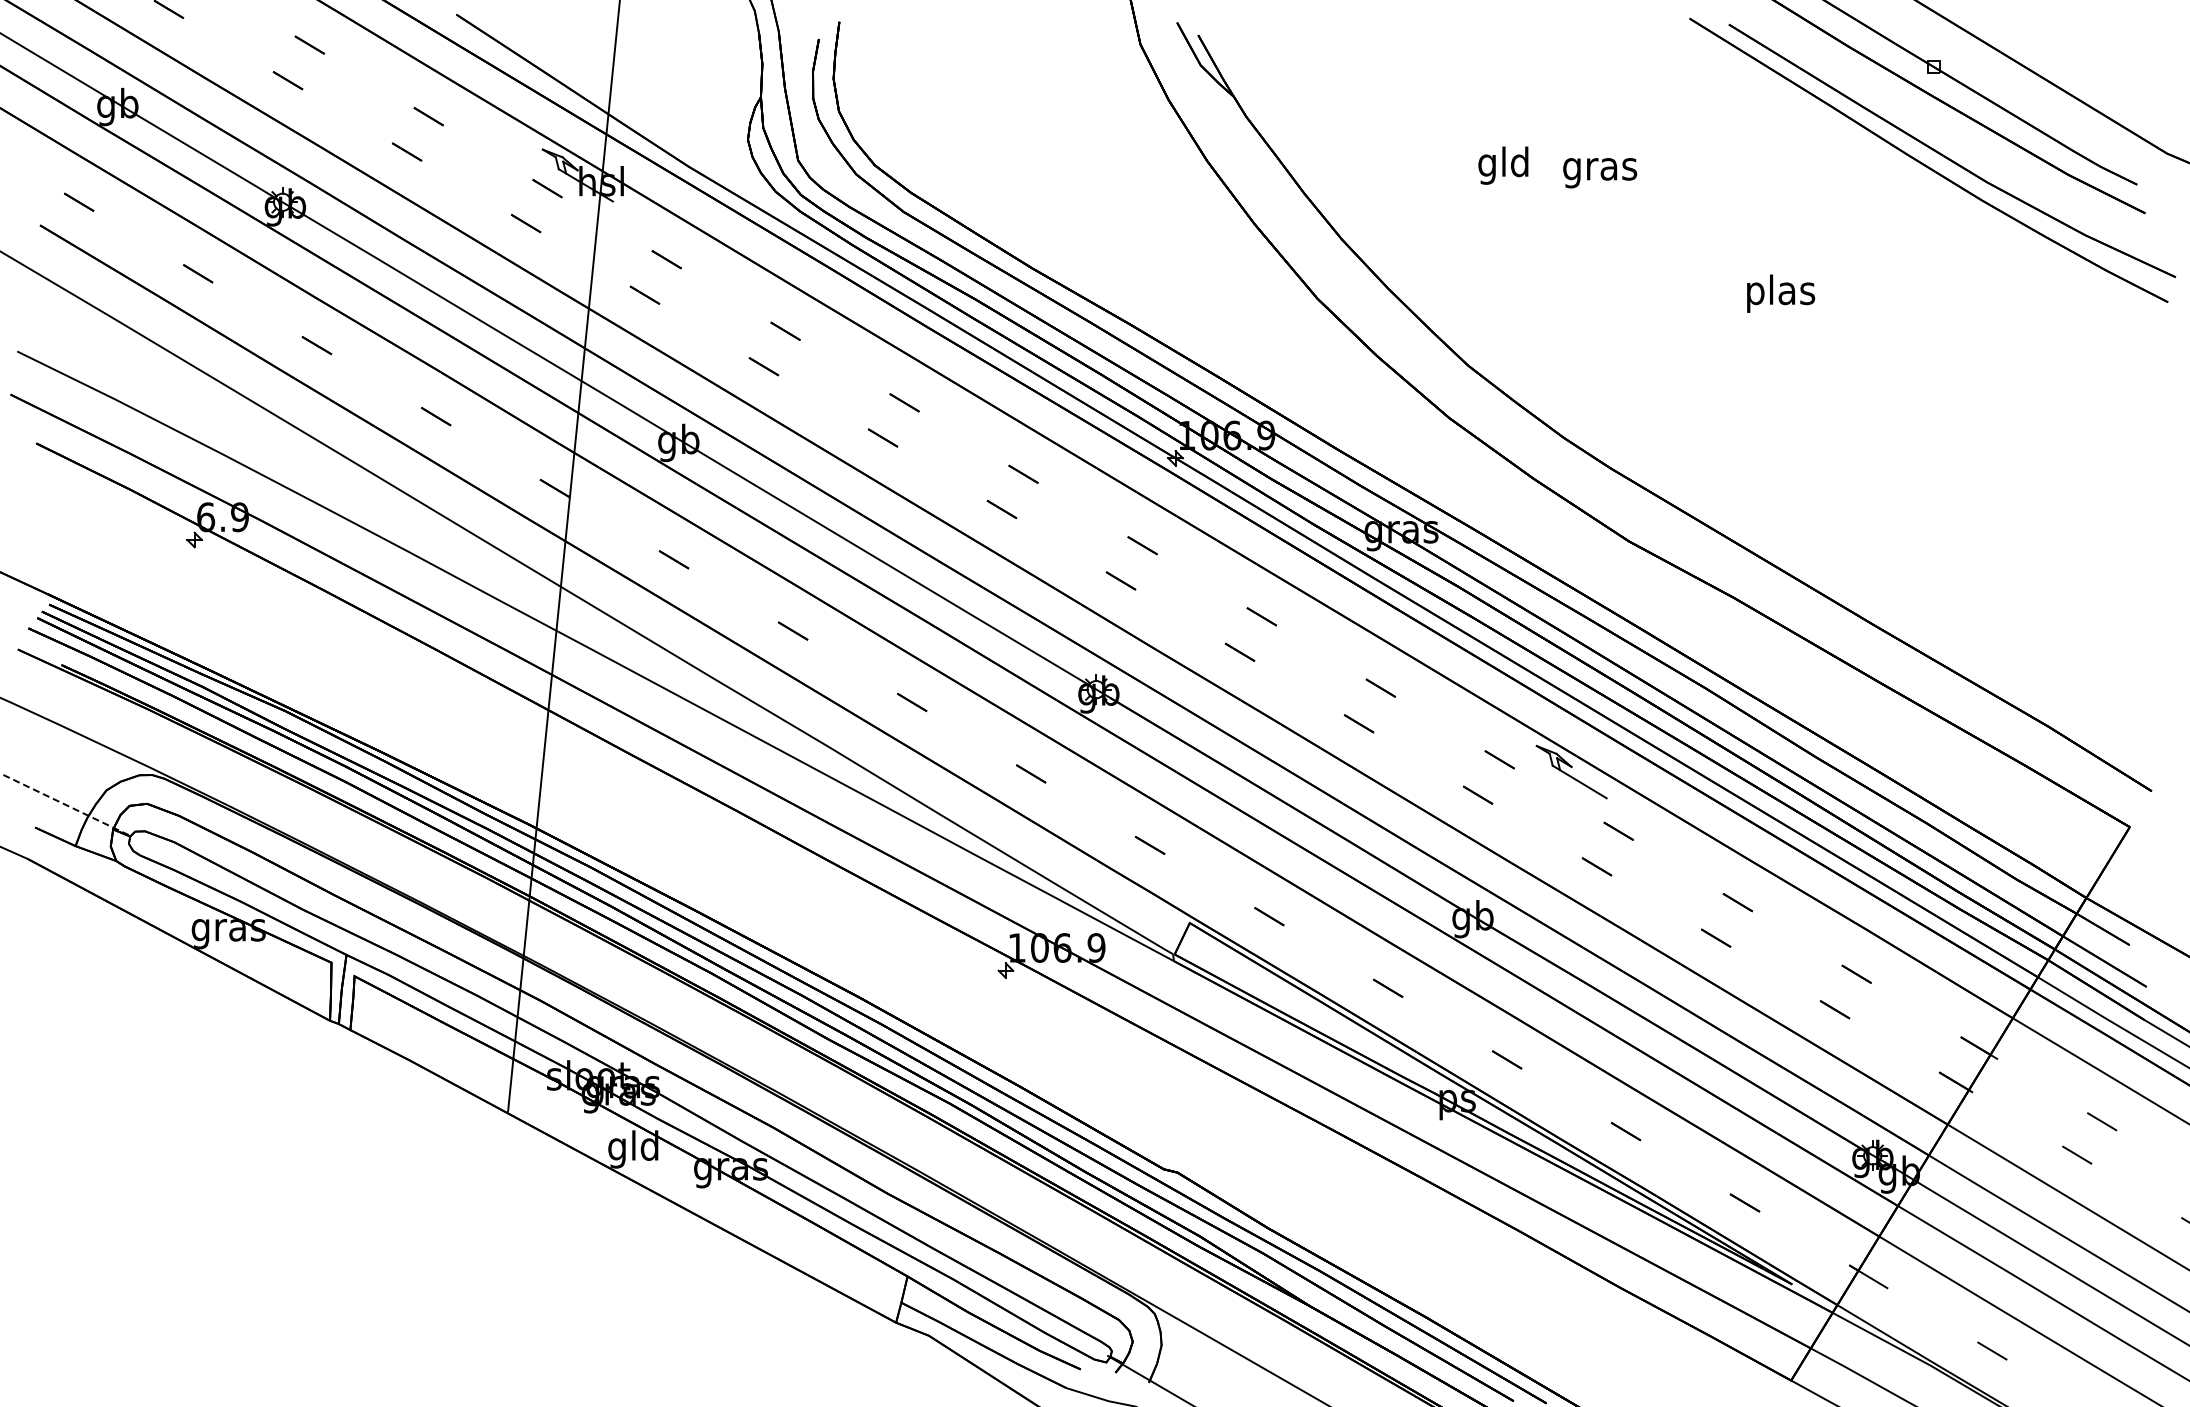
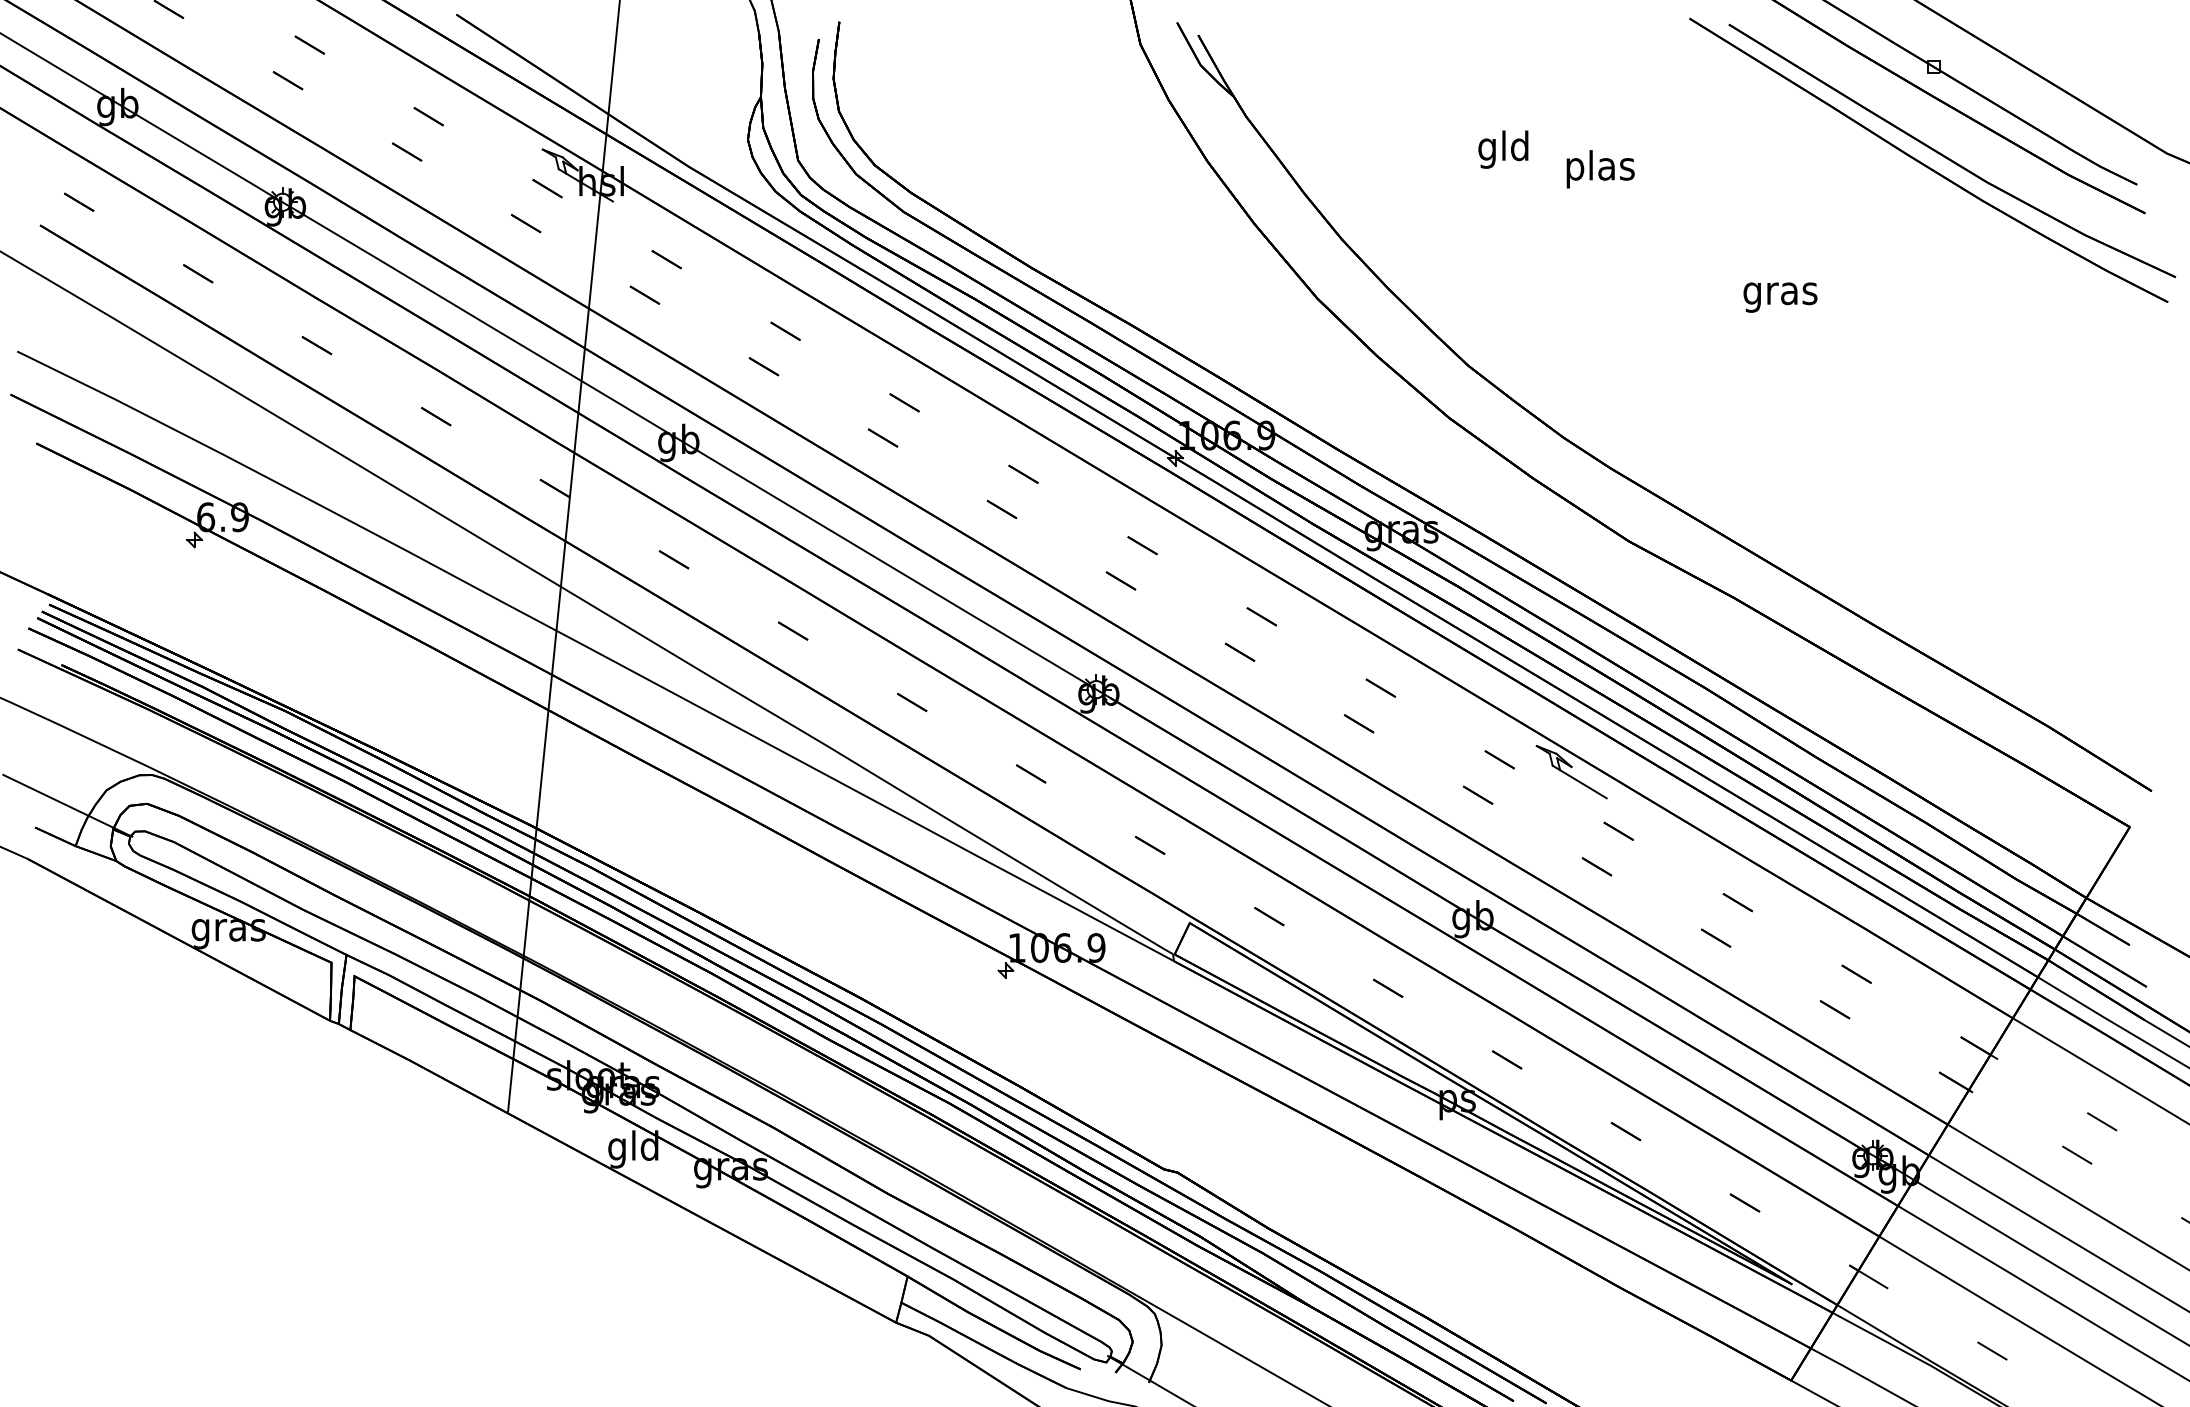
text at (1503, 165) position: (1503, 165) -> (1503, 149)
text at (1600, 169): gras -> plas
text at (1780, 293): plas -> gras
line at (68, 806): dashed -> solid
